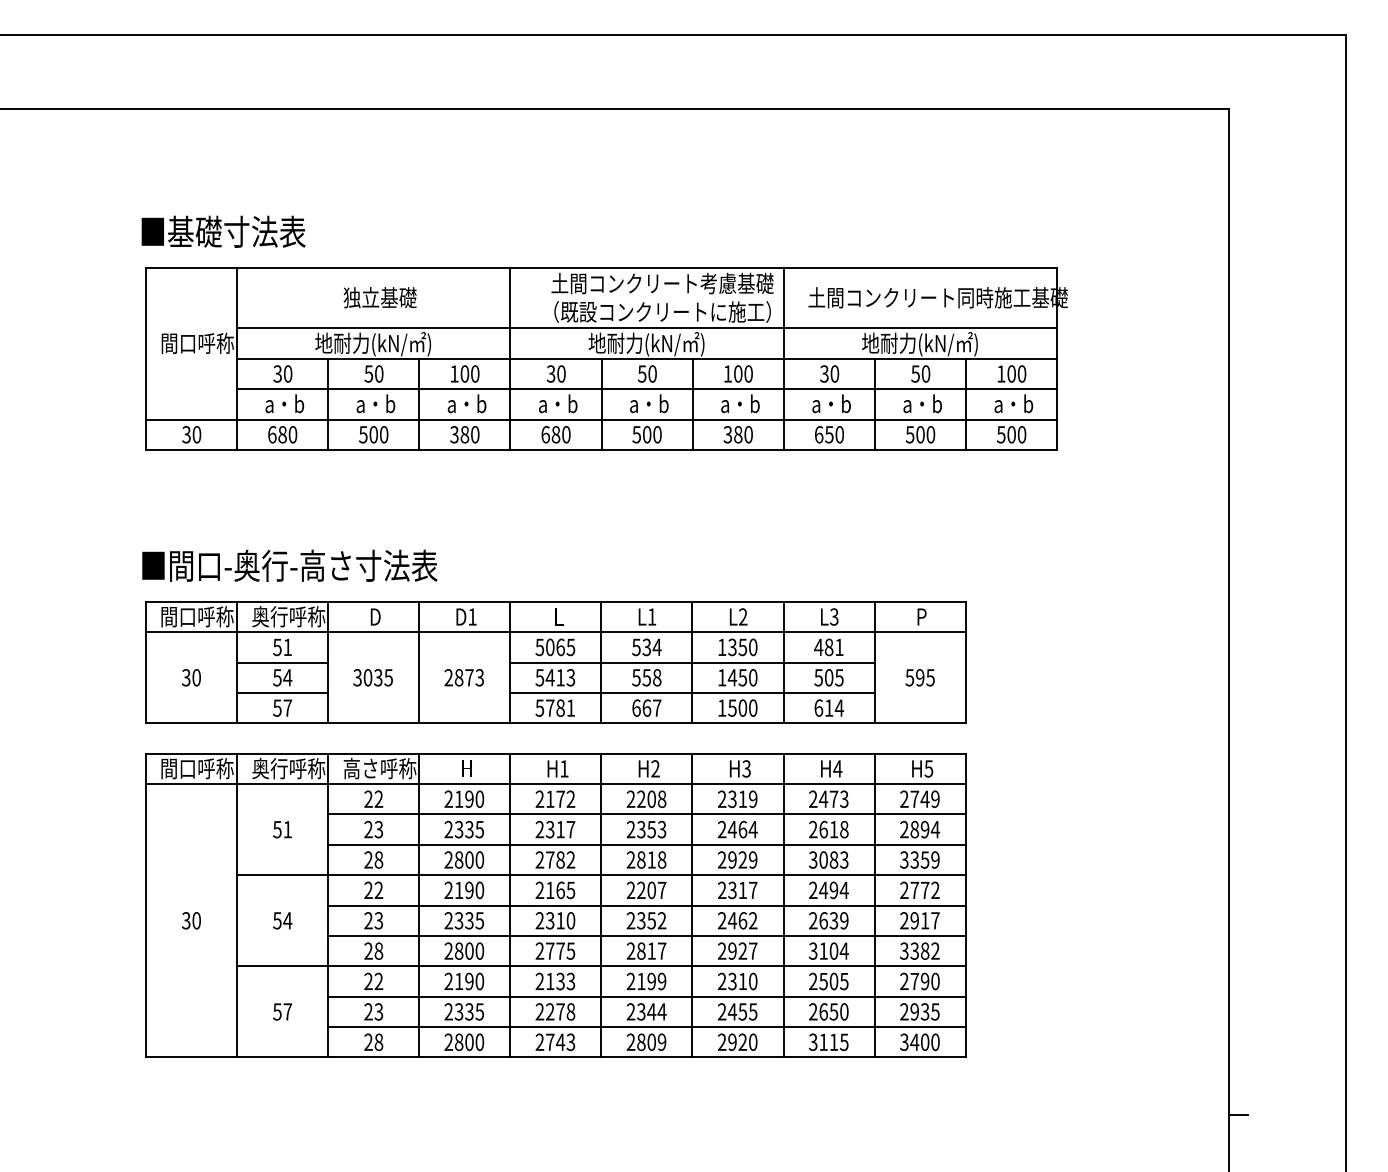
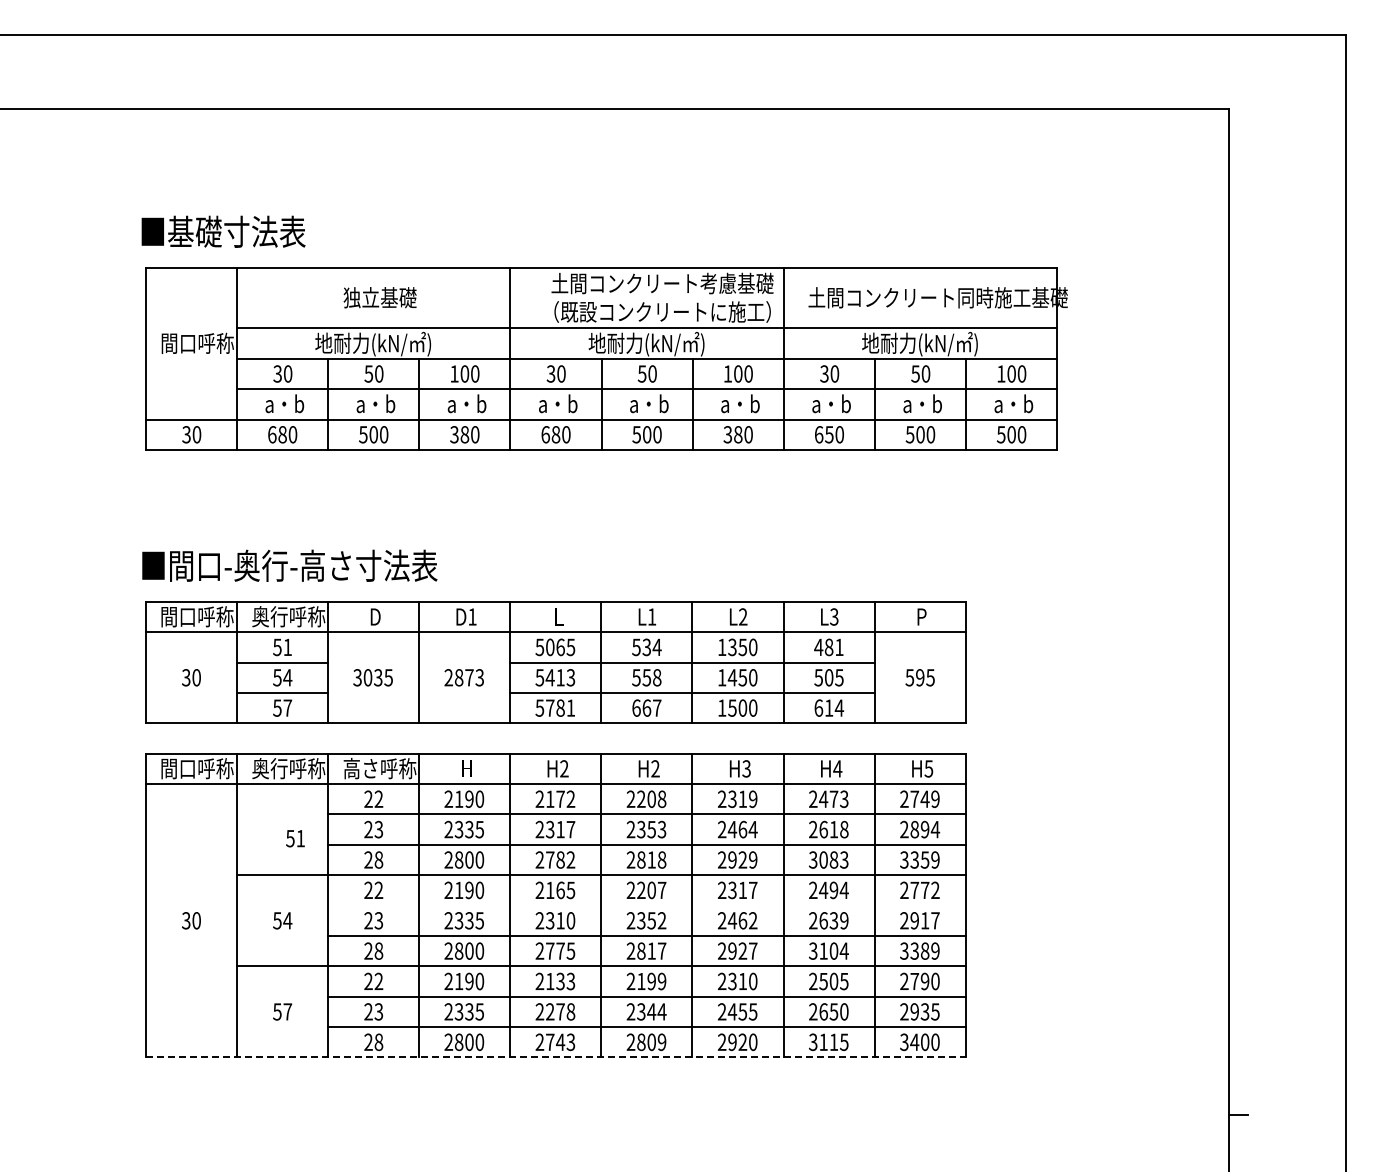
text at (564, 768): H1 -> H2
text at (282, 829) position: (282, 829) -> (295, 838)
line at (646, 905): present -> none
text at (935, 950): 3382 -> 3389
line at (556, 1057): solid -> dashed
